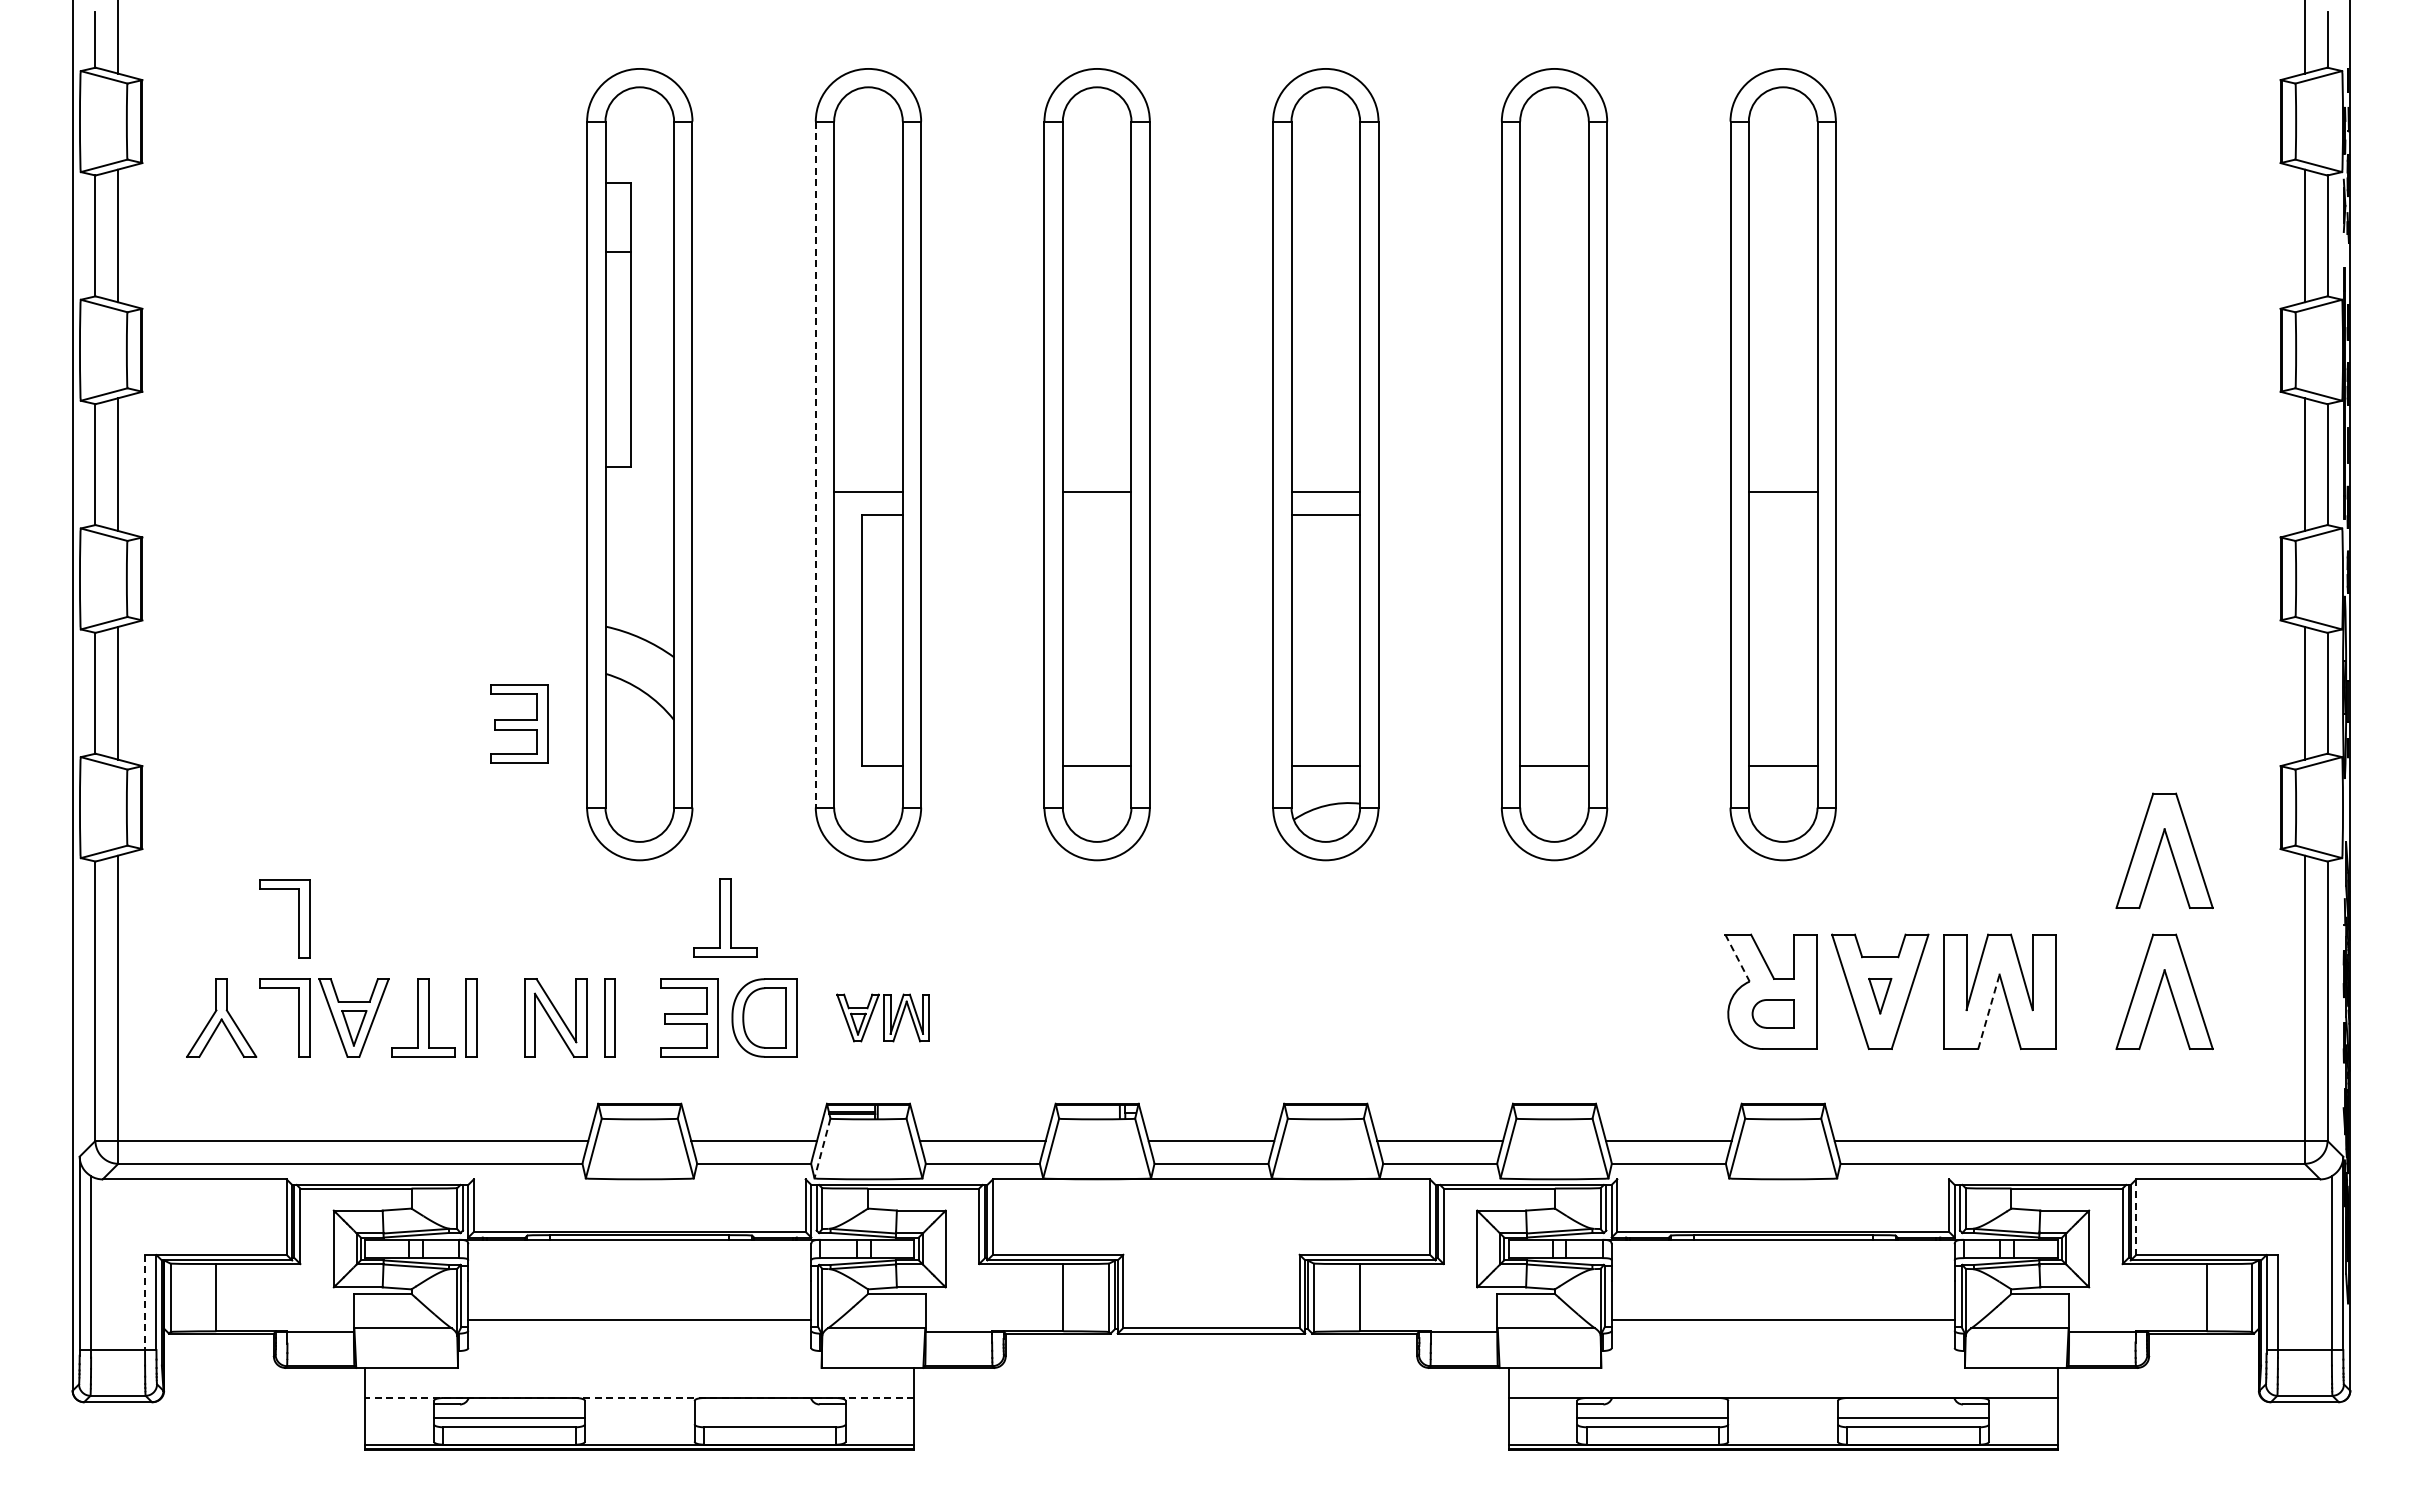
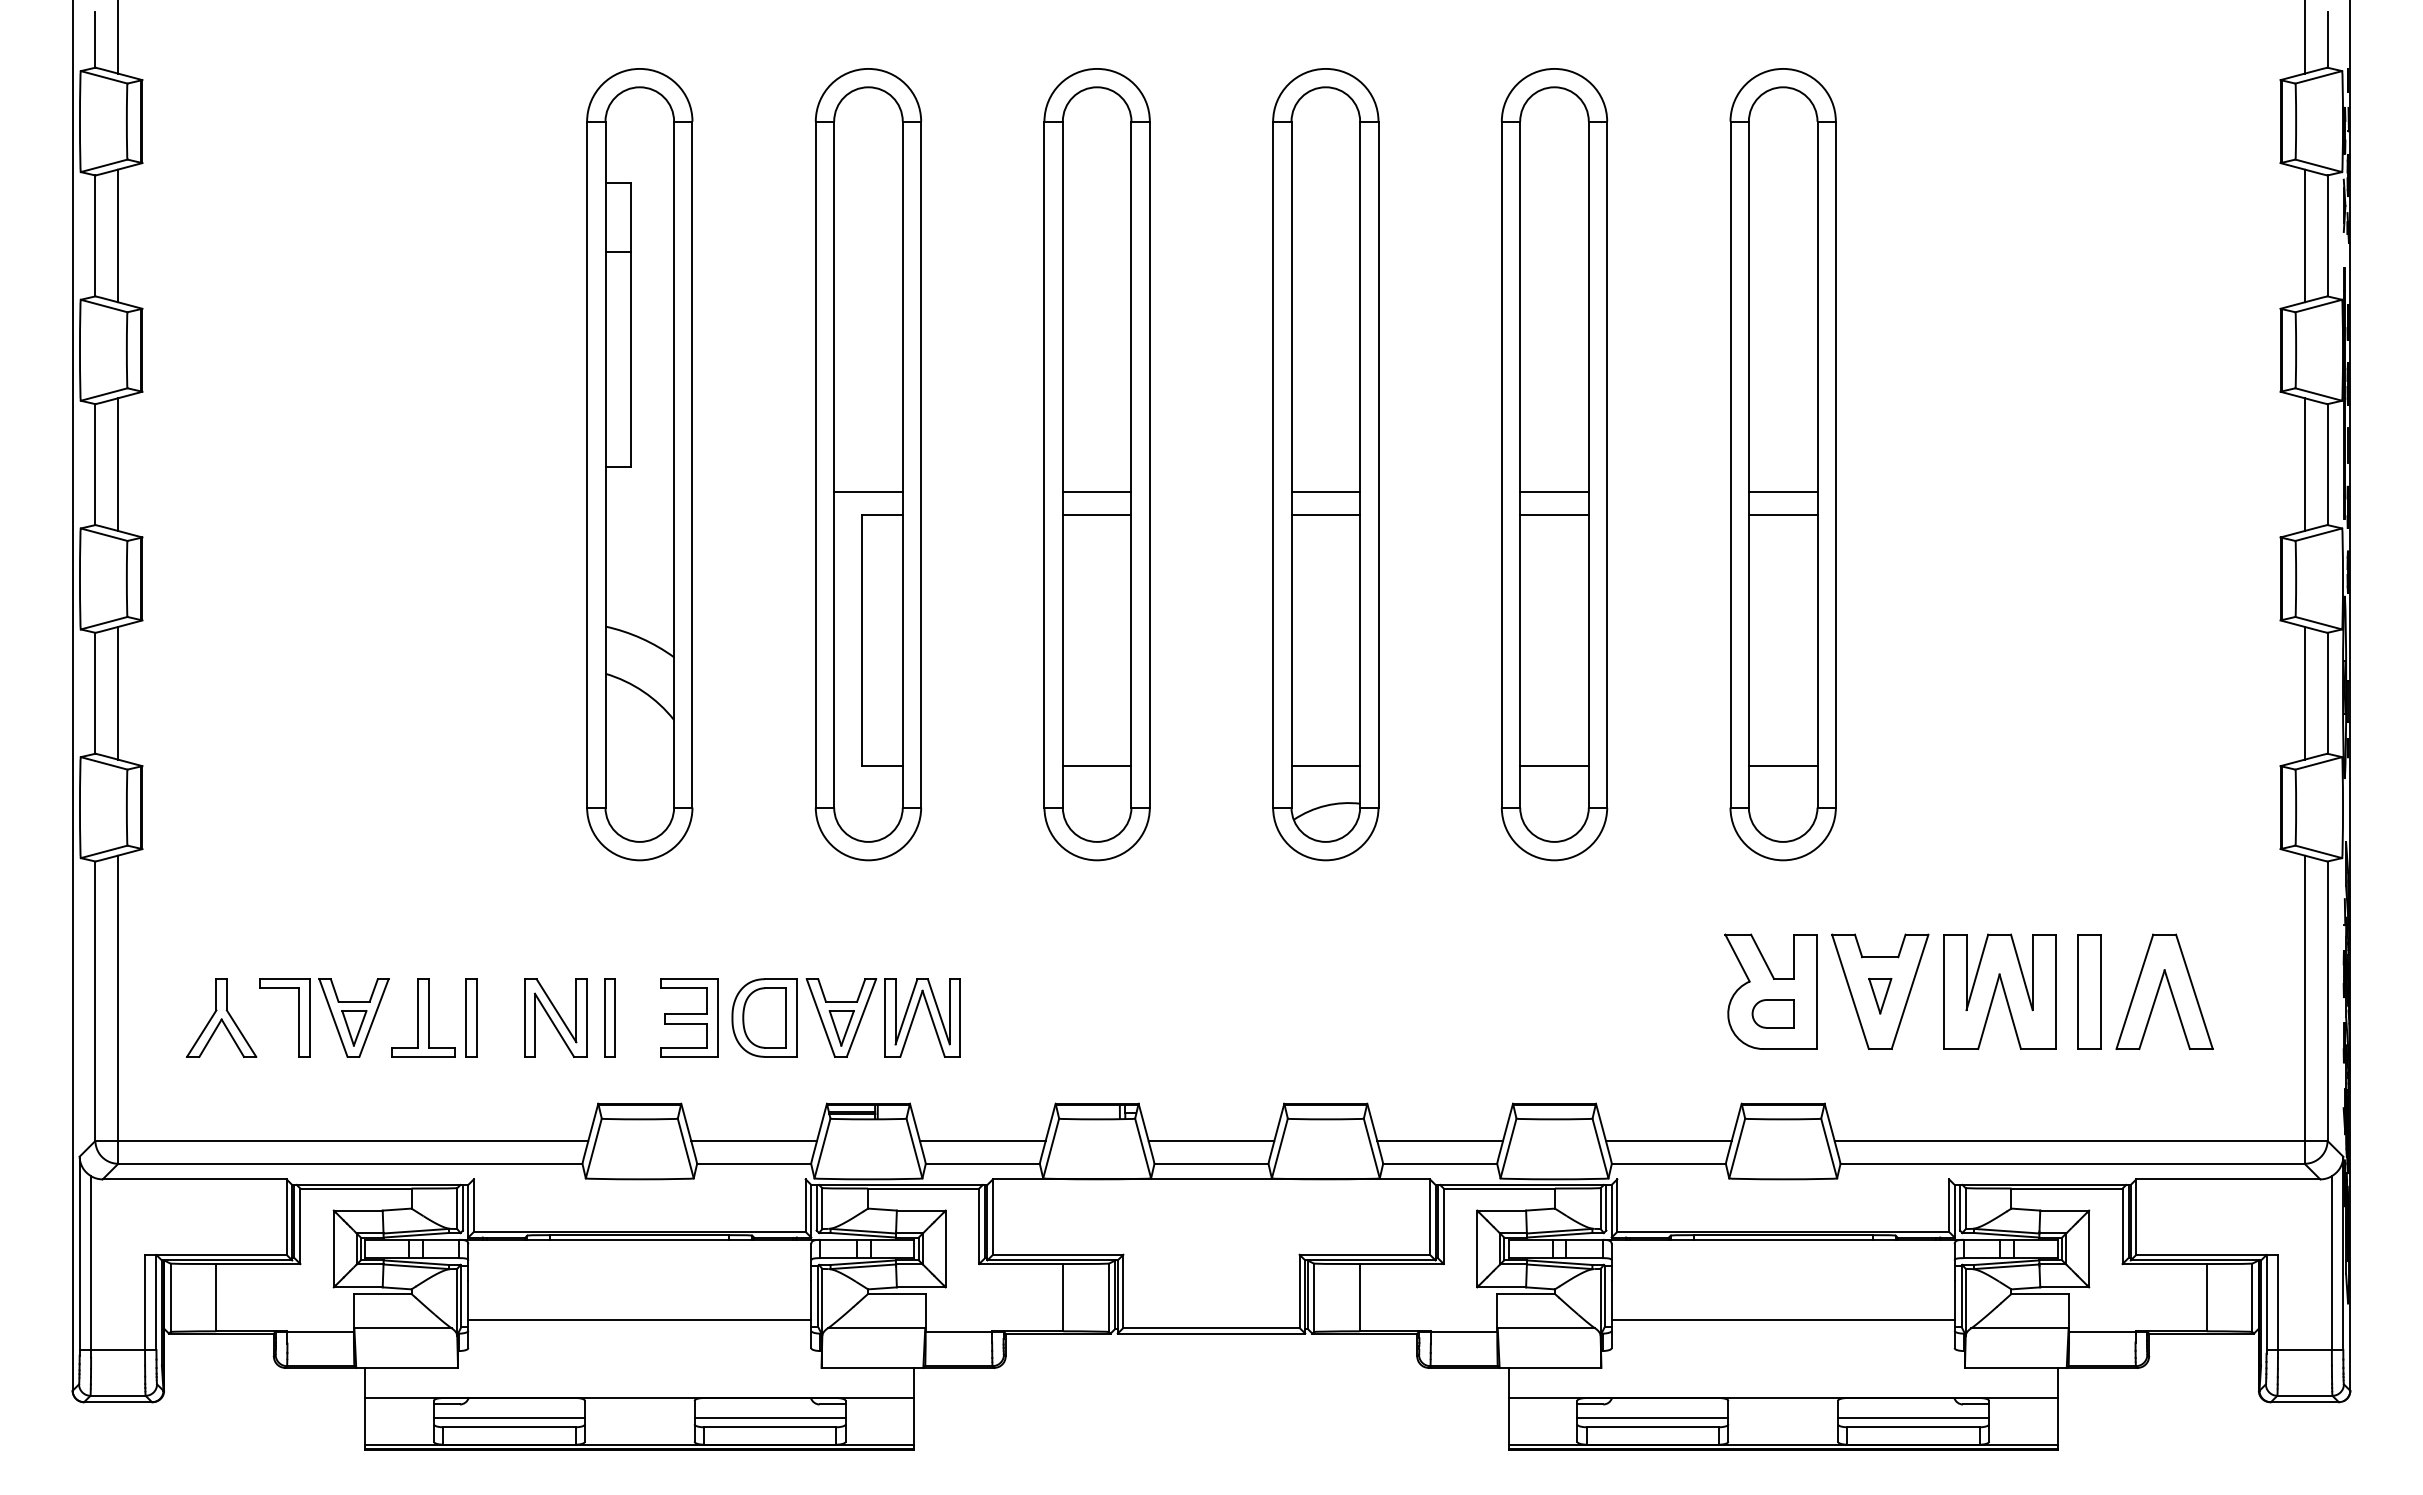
line at (815, 465): dashed -> solid
line at (1554, 492): none -> present
line at (1096, 514): none -> present
line at (1554, 514): none -> present
line at (1782, 514): none -> present
part at (519, 723): present -> none
part at (2164, 850): present -> none
part at (725, 917): present -> none
part at (298, 918): present -> none
line at (1737, 958): dashed -> solid
part at (2089, 991): none -> present
line at (1988, 1011): dashed -> solid
part at (882, 1017) size: 94x50 px -> 156x80 px
line at (822, 1148): dashed -> solid
line at (2136, 1217): dashed -> solid
line at (145, 1302): dashed -> solid
line at (639, 1397): dashed -> solid
line at (769, 1418): none -> present
